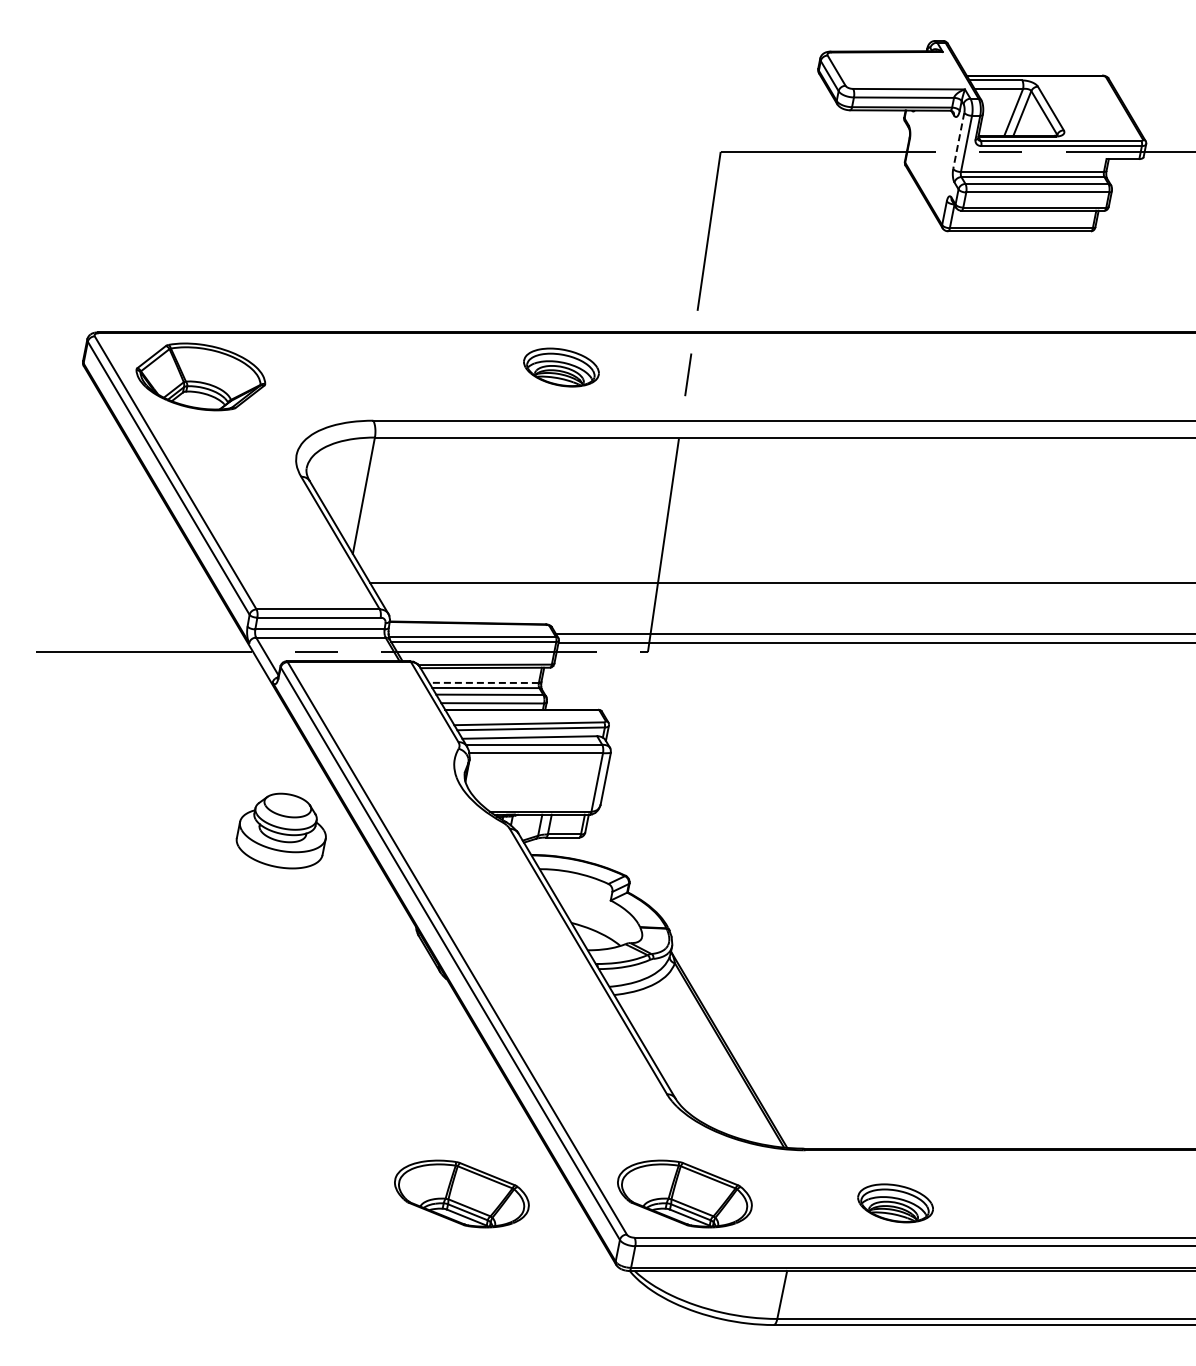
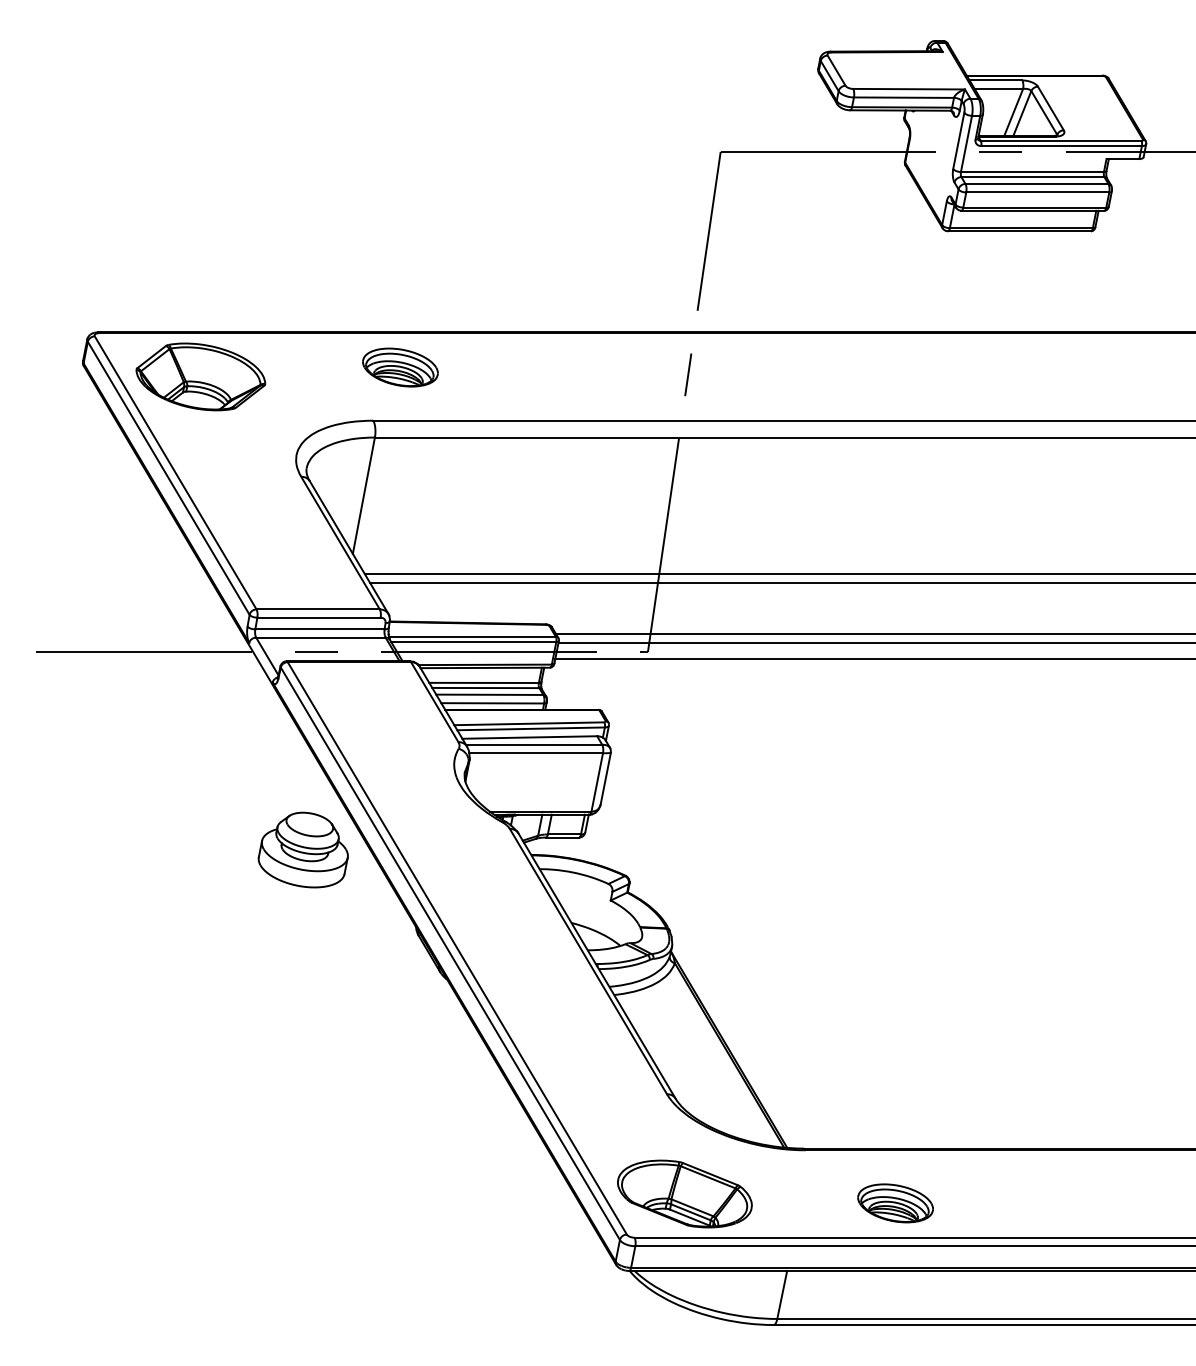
line at (958, 140): dashed -> solid
part at (561, 367) position: (561, 367) -> (400, 367)
line at (778, 574): none -> present
line at (873, 658): none -> present
line at (484, 682): dashed -> solid
part at (280, 830) position: (280, 830) -> (302, 849)
part at (461, 1193): present -> none
